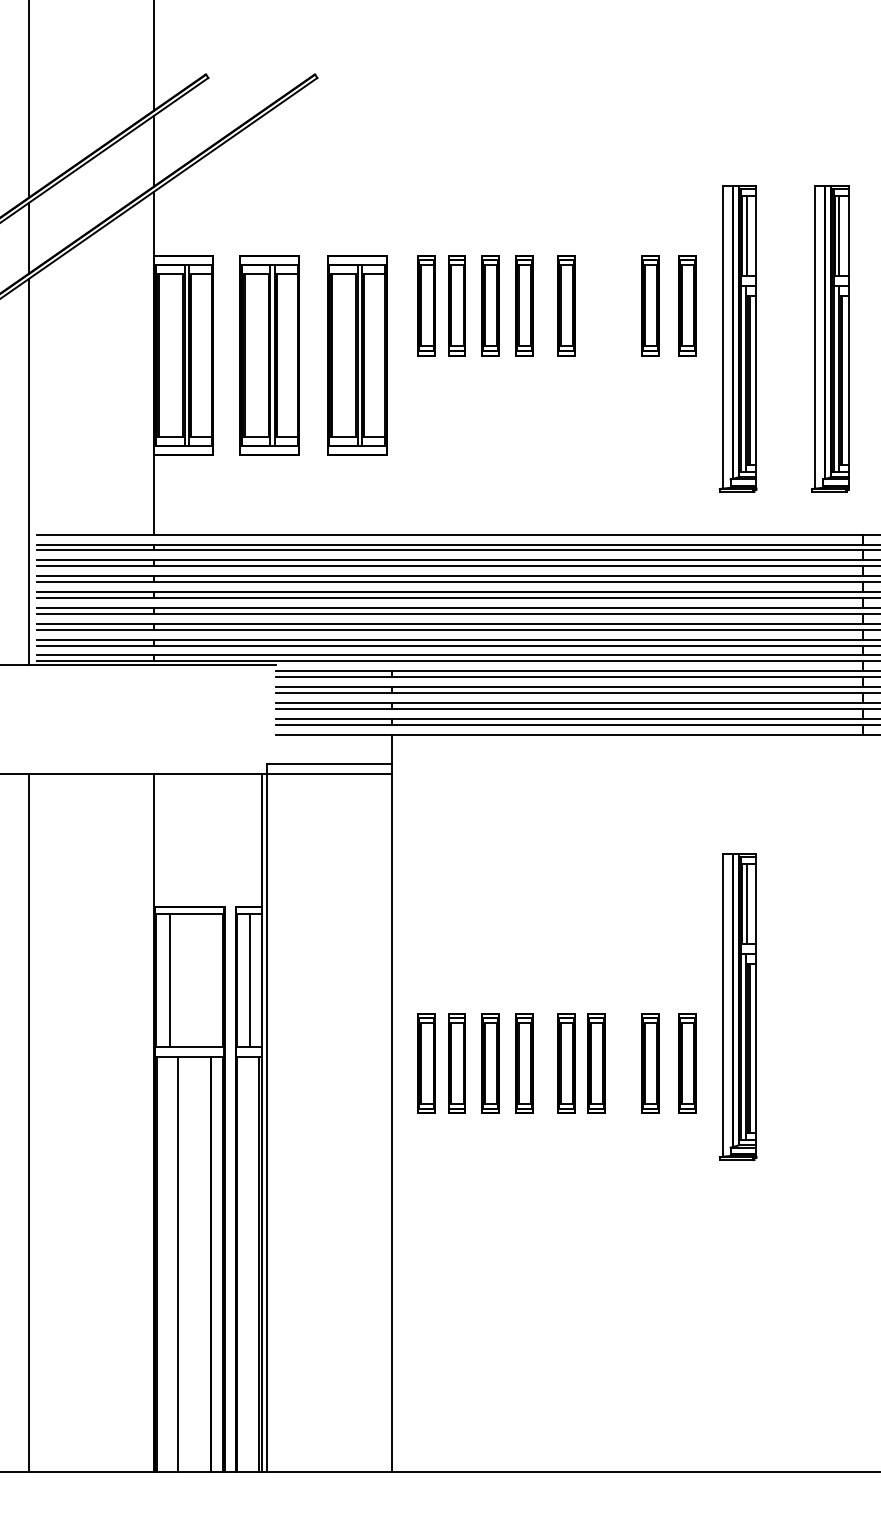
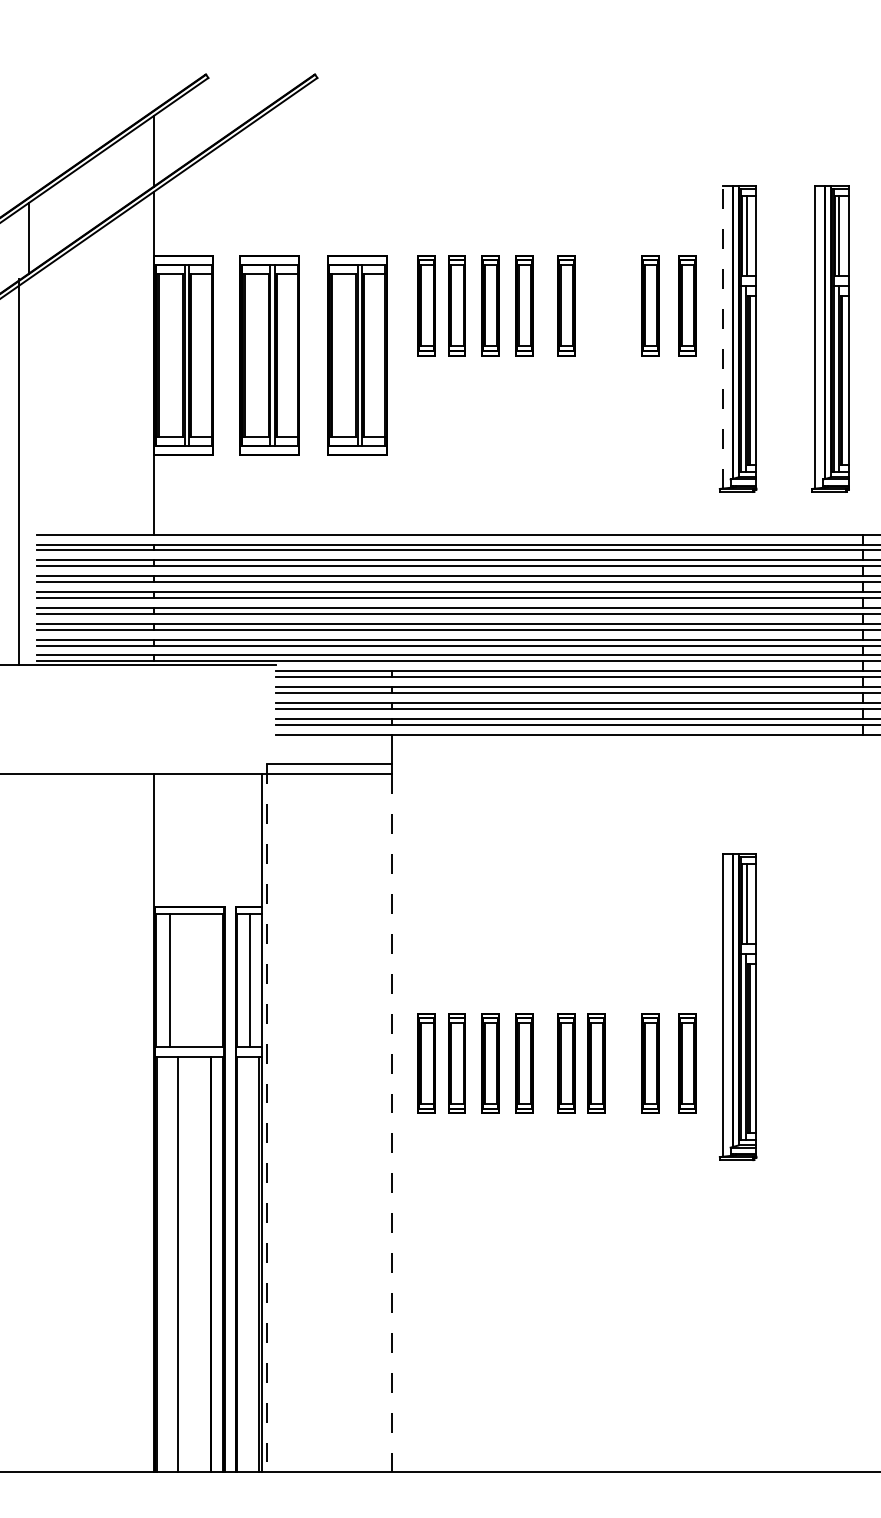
line at (153, 56): present -> none
line at (28, 99): present -> none
line at (722, 336): solid -> dashed
line at (28, 471) position: (28, 471) -> (18, 471)
line at (267, 1118): solid -> dashed
line at (392, 1122): solid -> dashed
line at (28, 1123): present -> none
